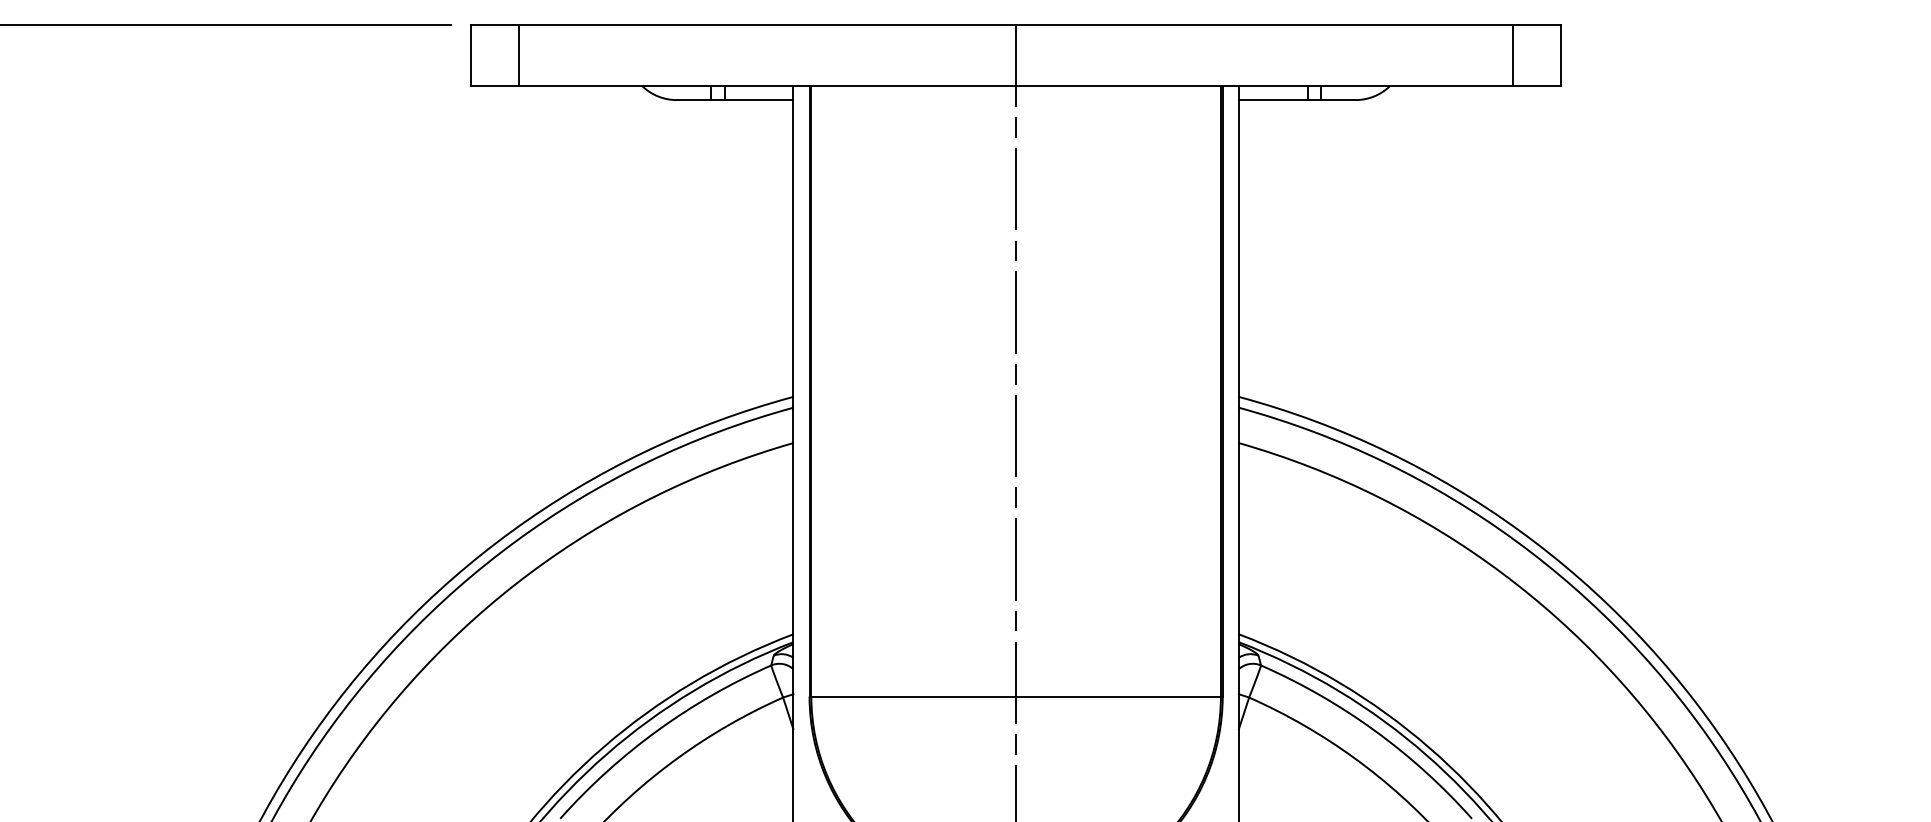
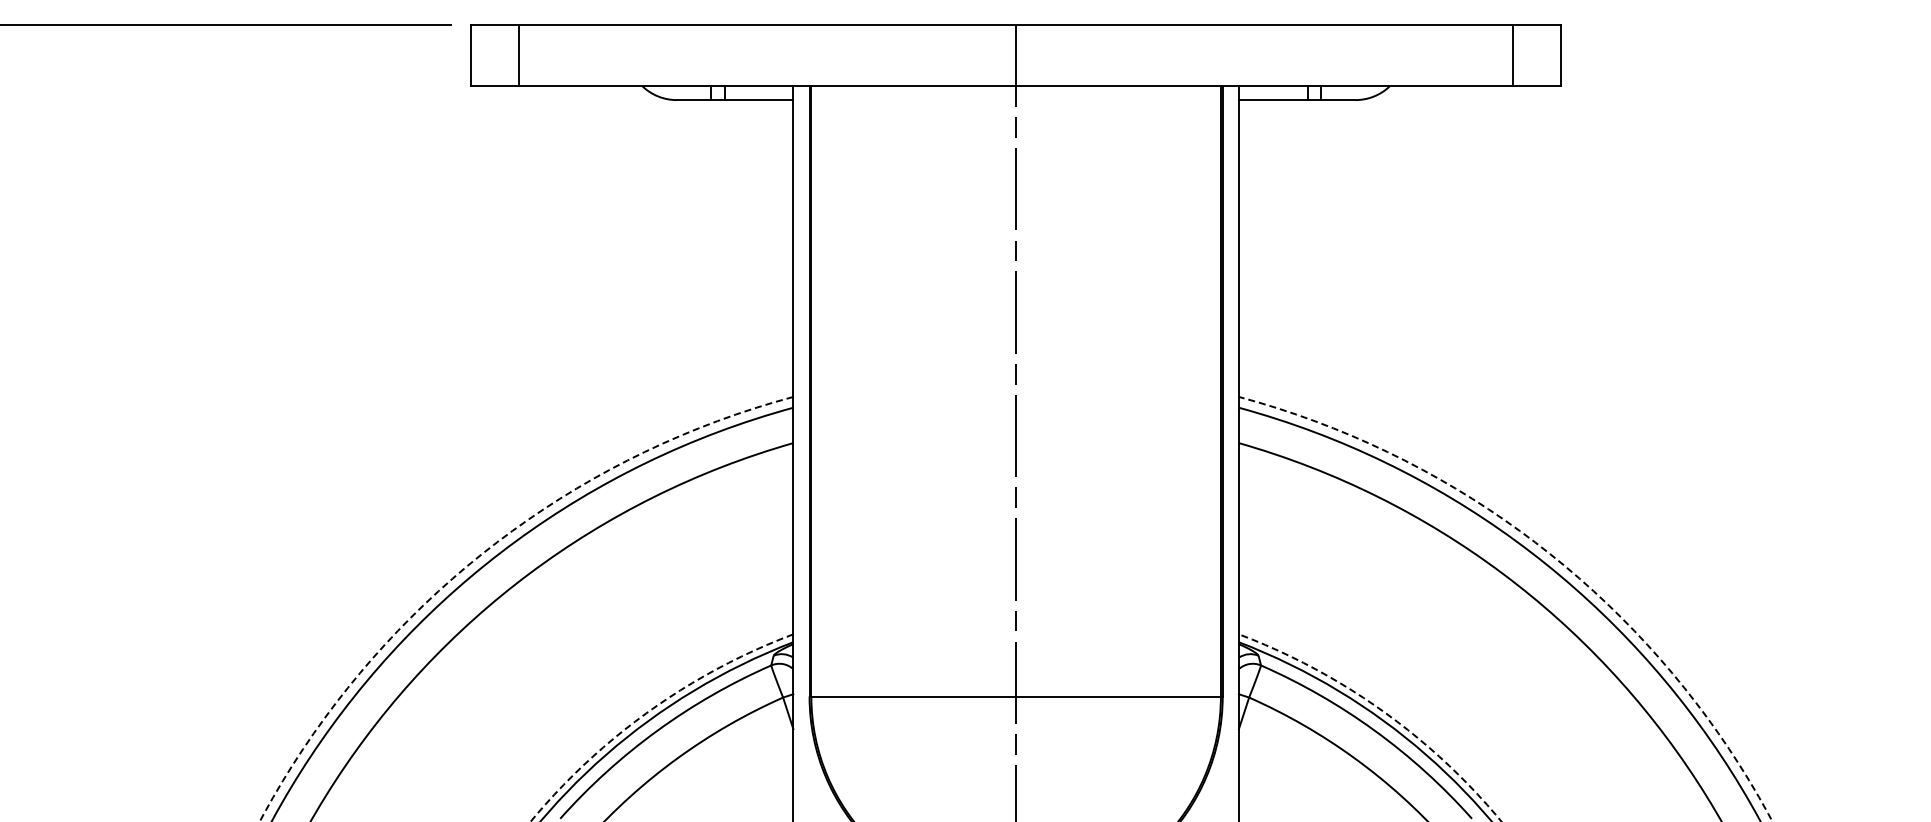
arc at (1501, 821): solid -> dashed
arc at (1772, 821): solid -> dashed
